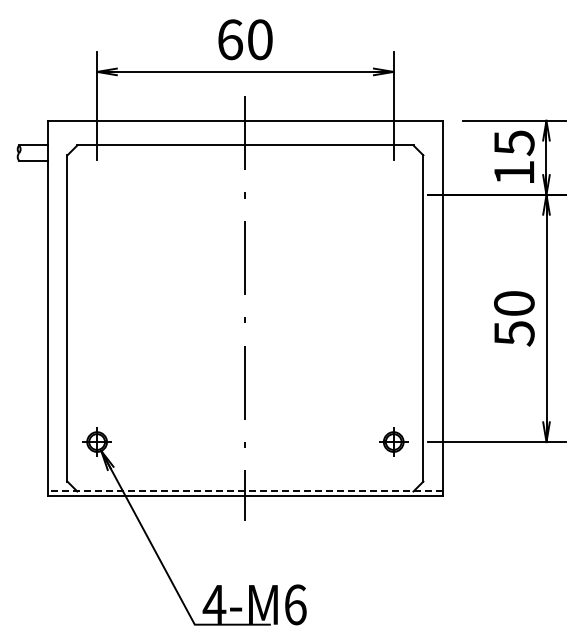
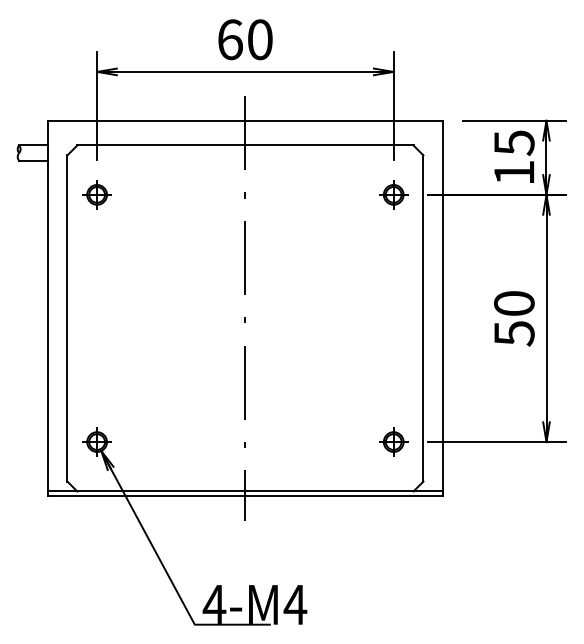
part at (96, 194): none -> present
part at (393, 194): none -> present
line at (245, 491): dashed -> solid
text at (295, 604): 4-M6 -> 4-M4
